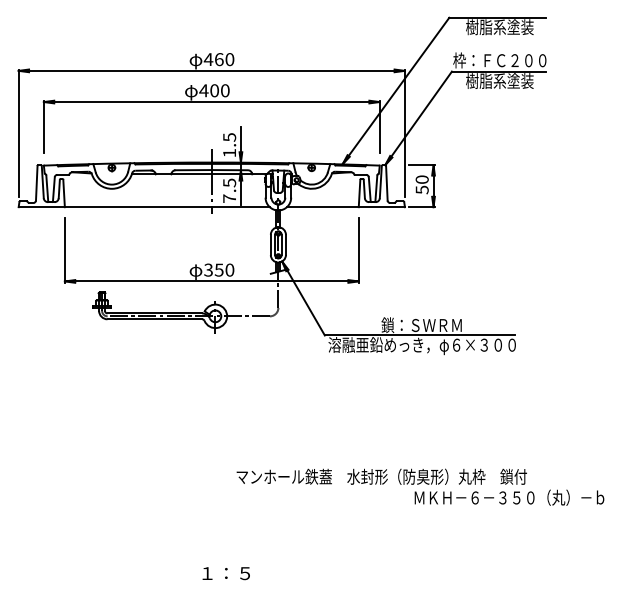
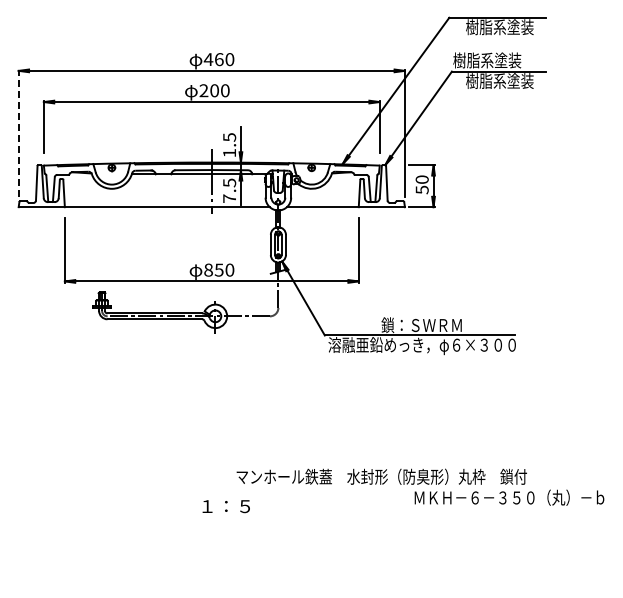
text at (500, 60): 枠：ＦＣ２００ -> 樹脂系塗装
text at (203, 90): 400 -> 200
line at (18, 133): solid -> dashed
text at (208, 269): 350 -> 850
text at (225, 573) position: (225, 573) -> (225, 506)
